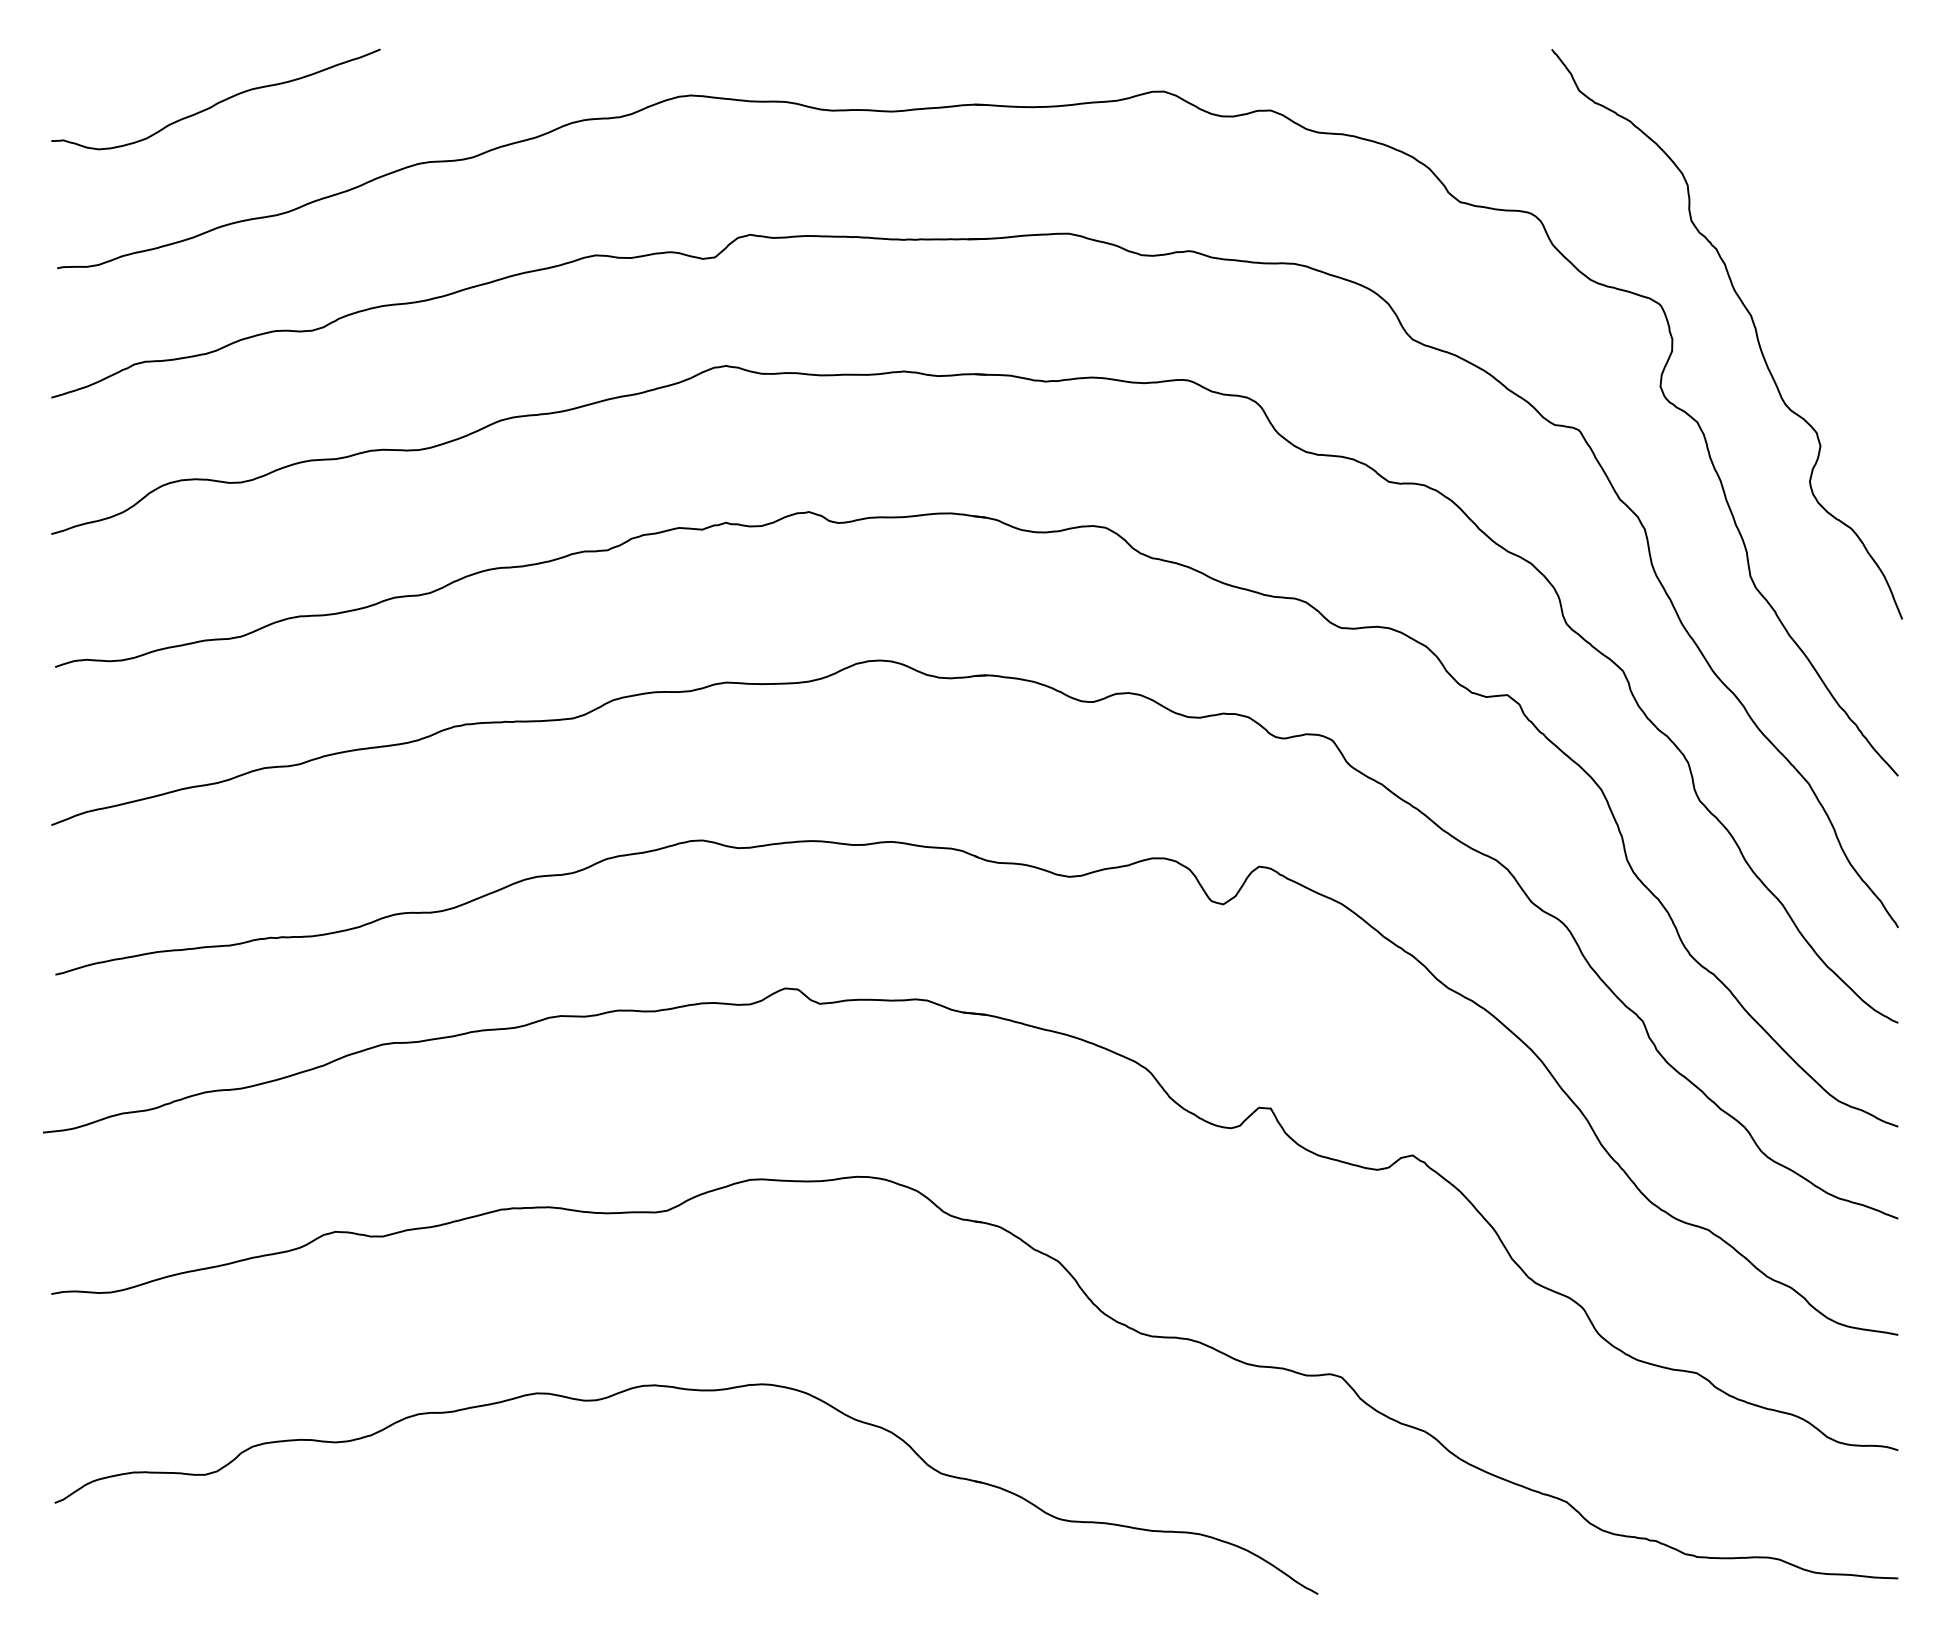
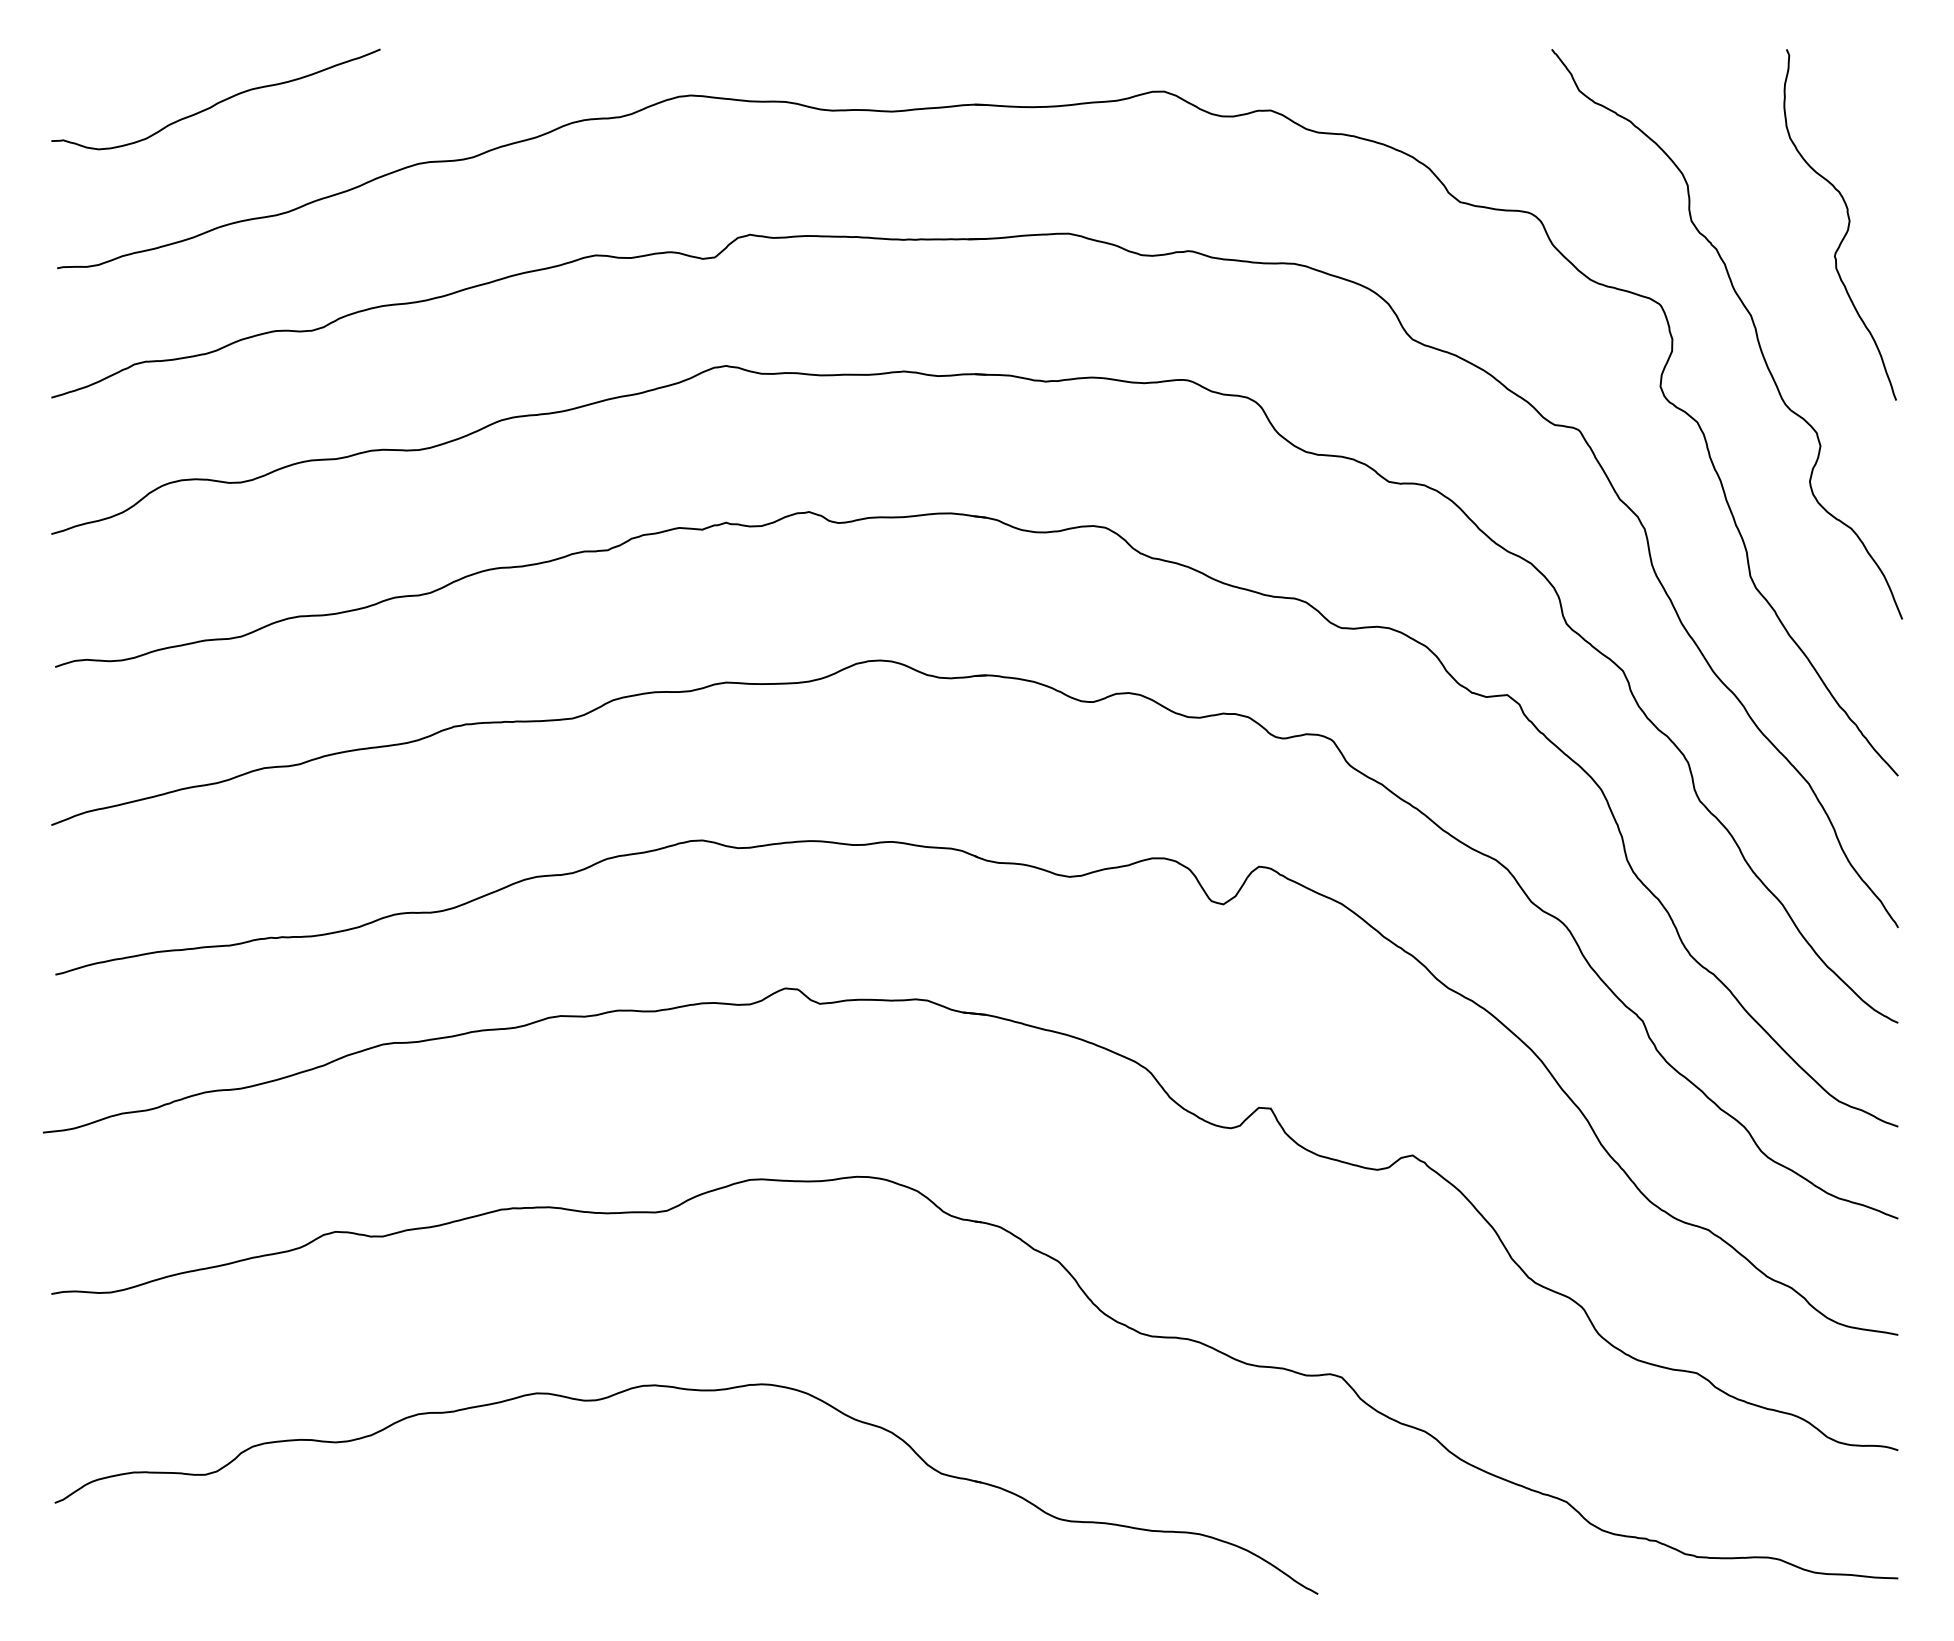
curve at (1847, 225): none -> present
